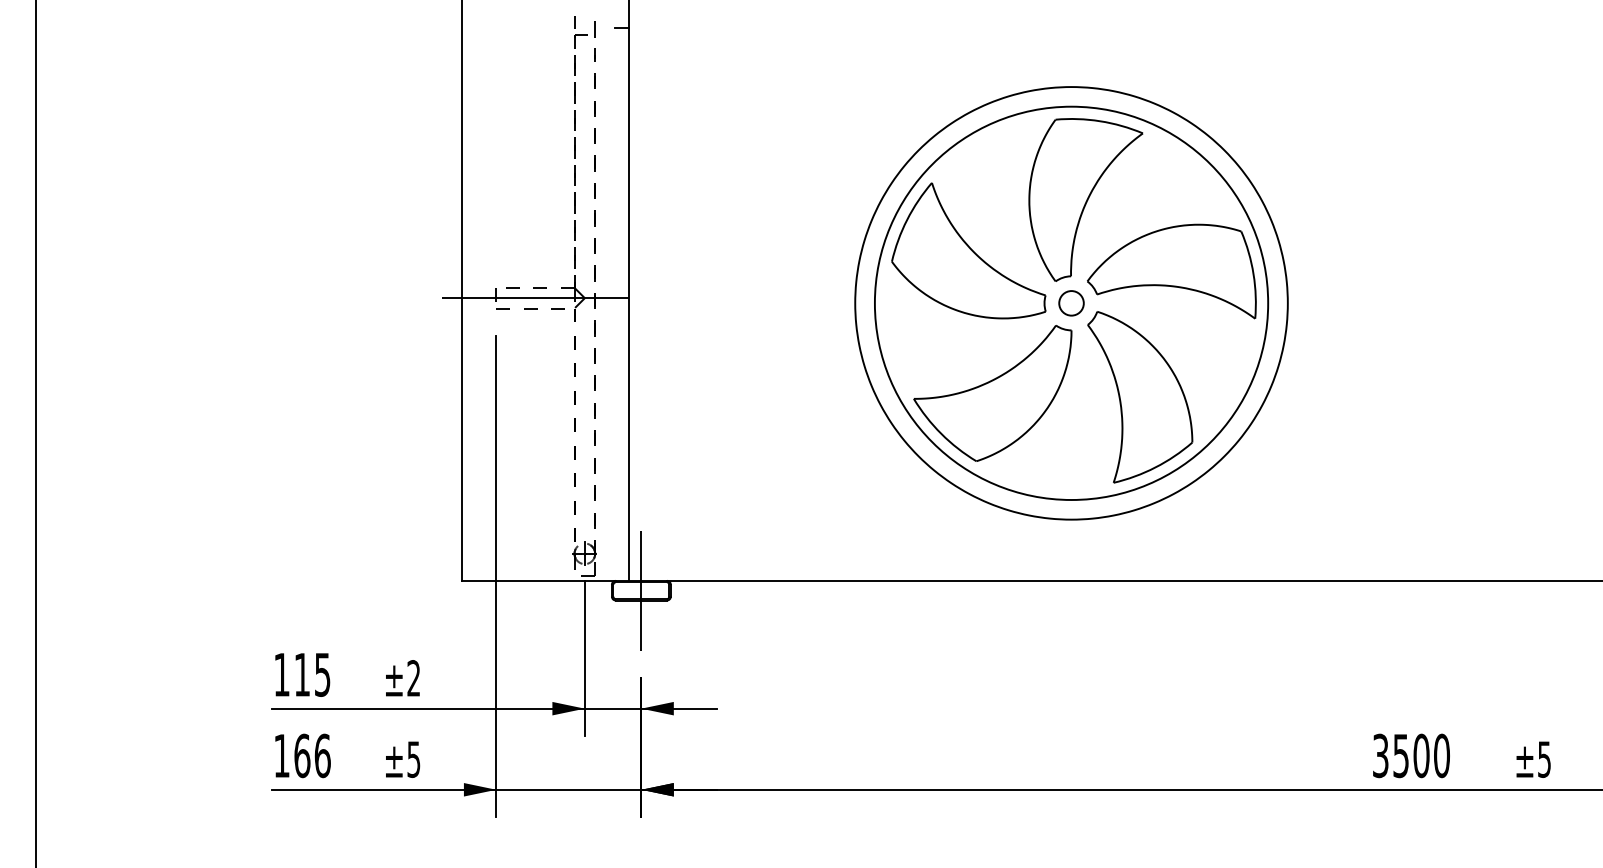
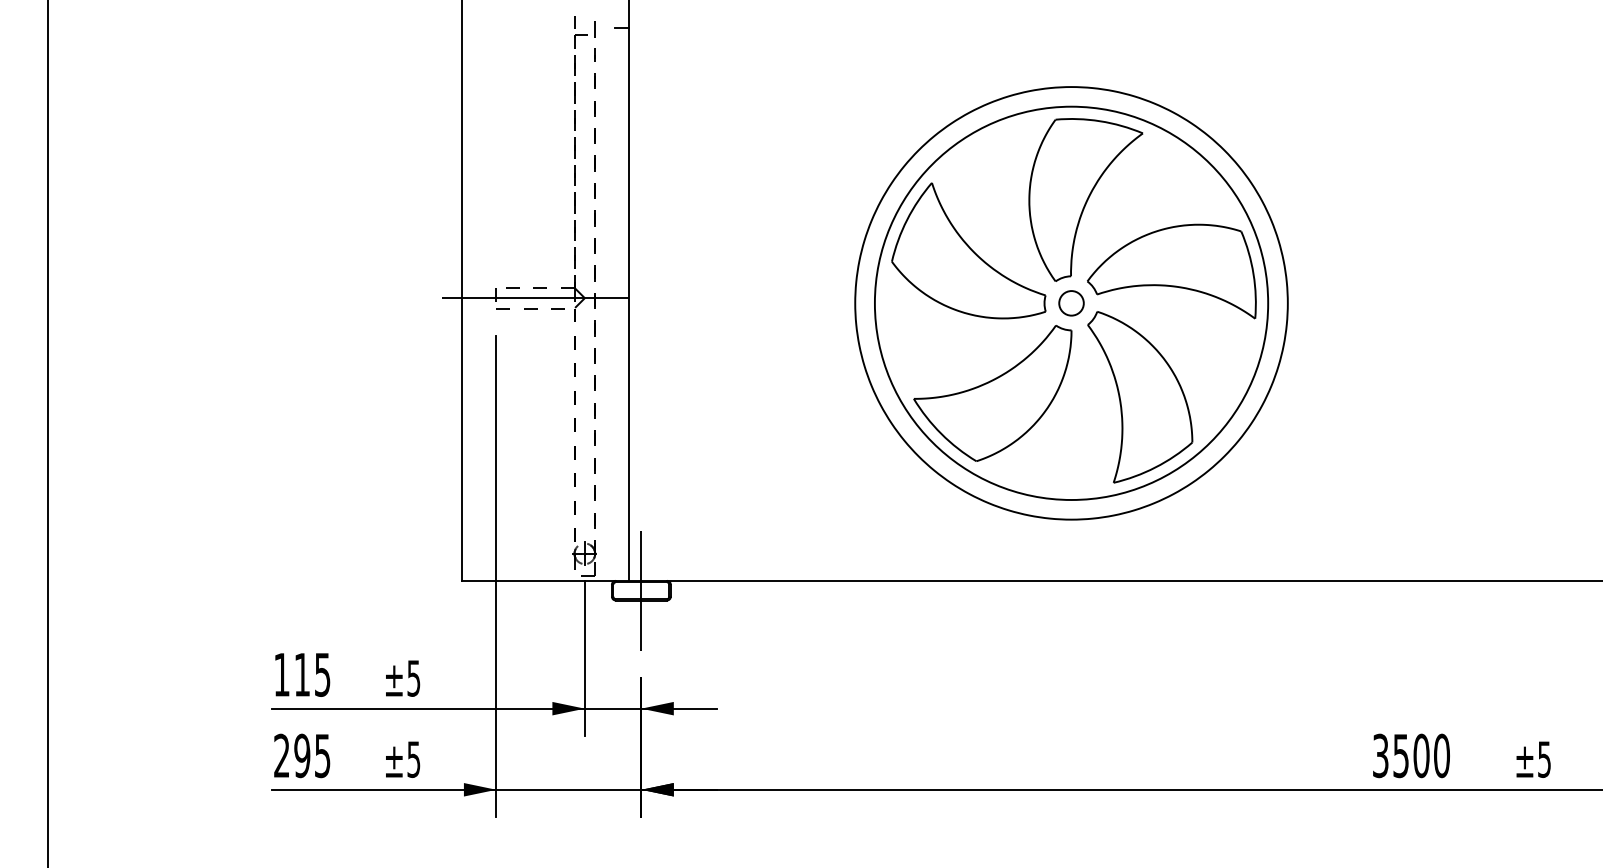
line at (36, 433) position: (36, 433) -> (48, 433)
text at (413, 678): ±2 -> ±5
text at (302, 755): 166 -> 295
